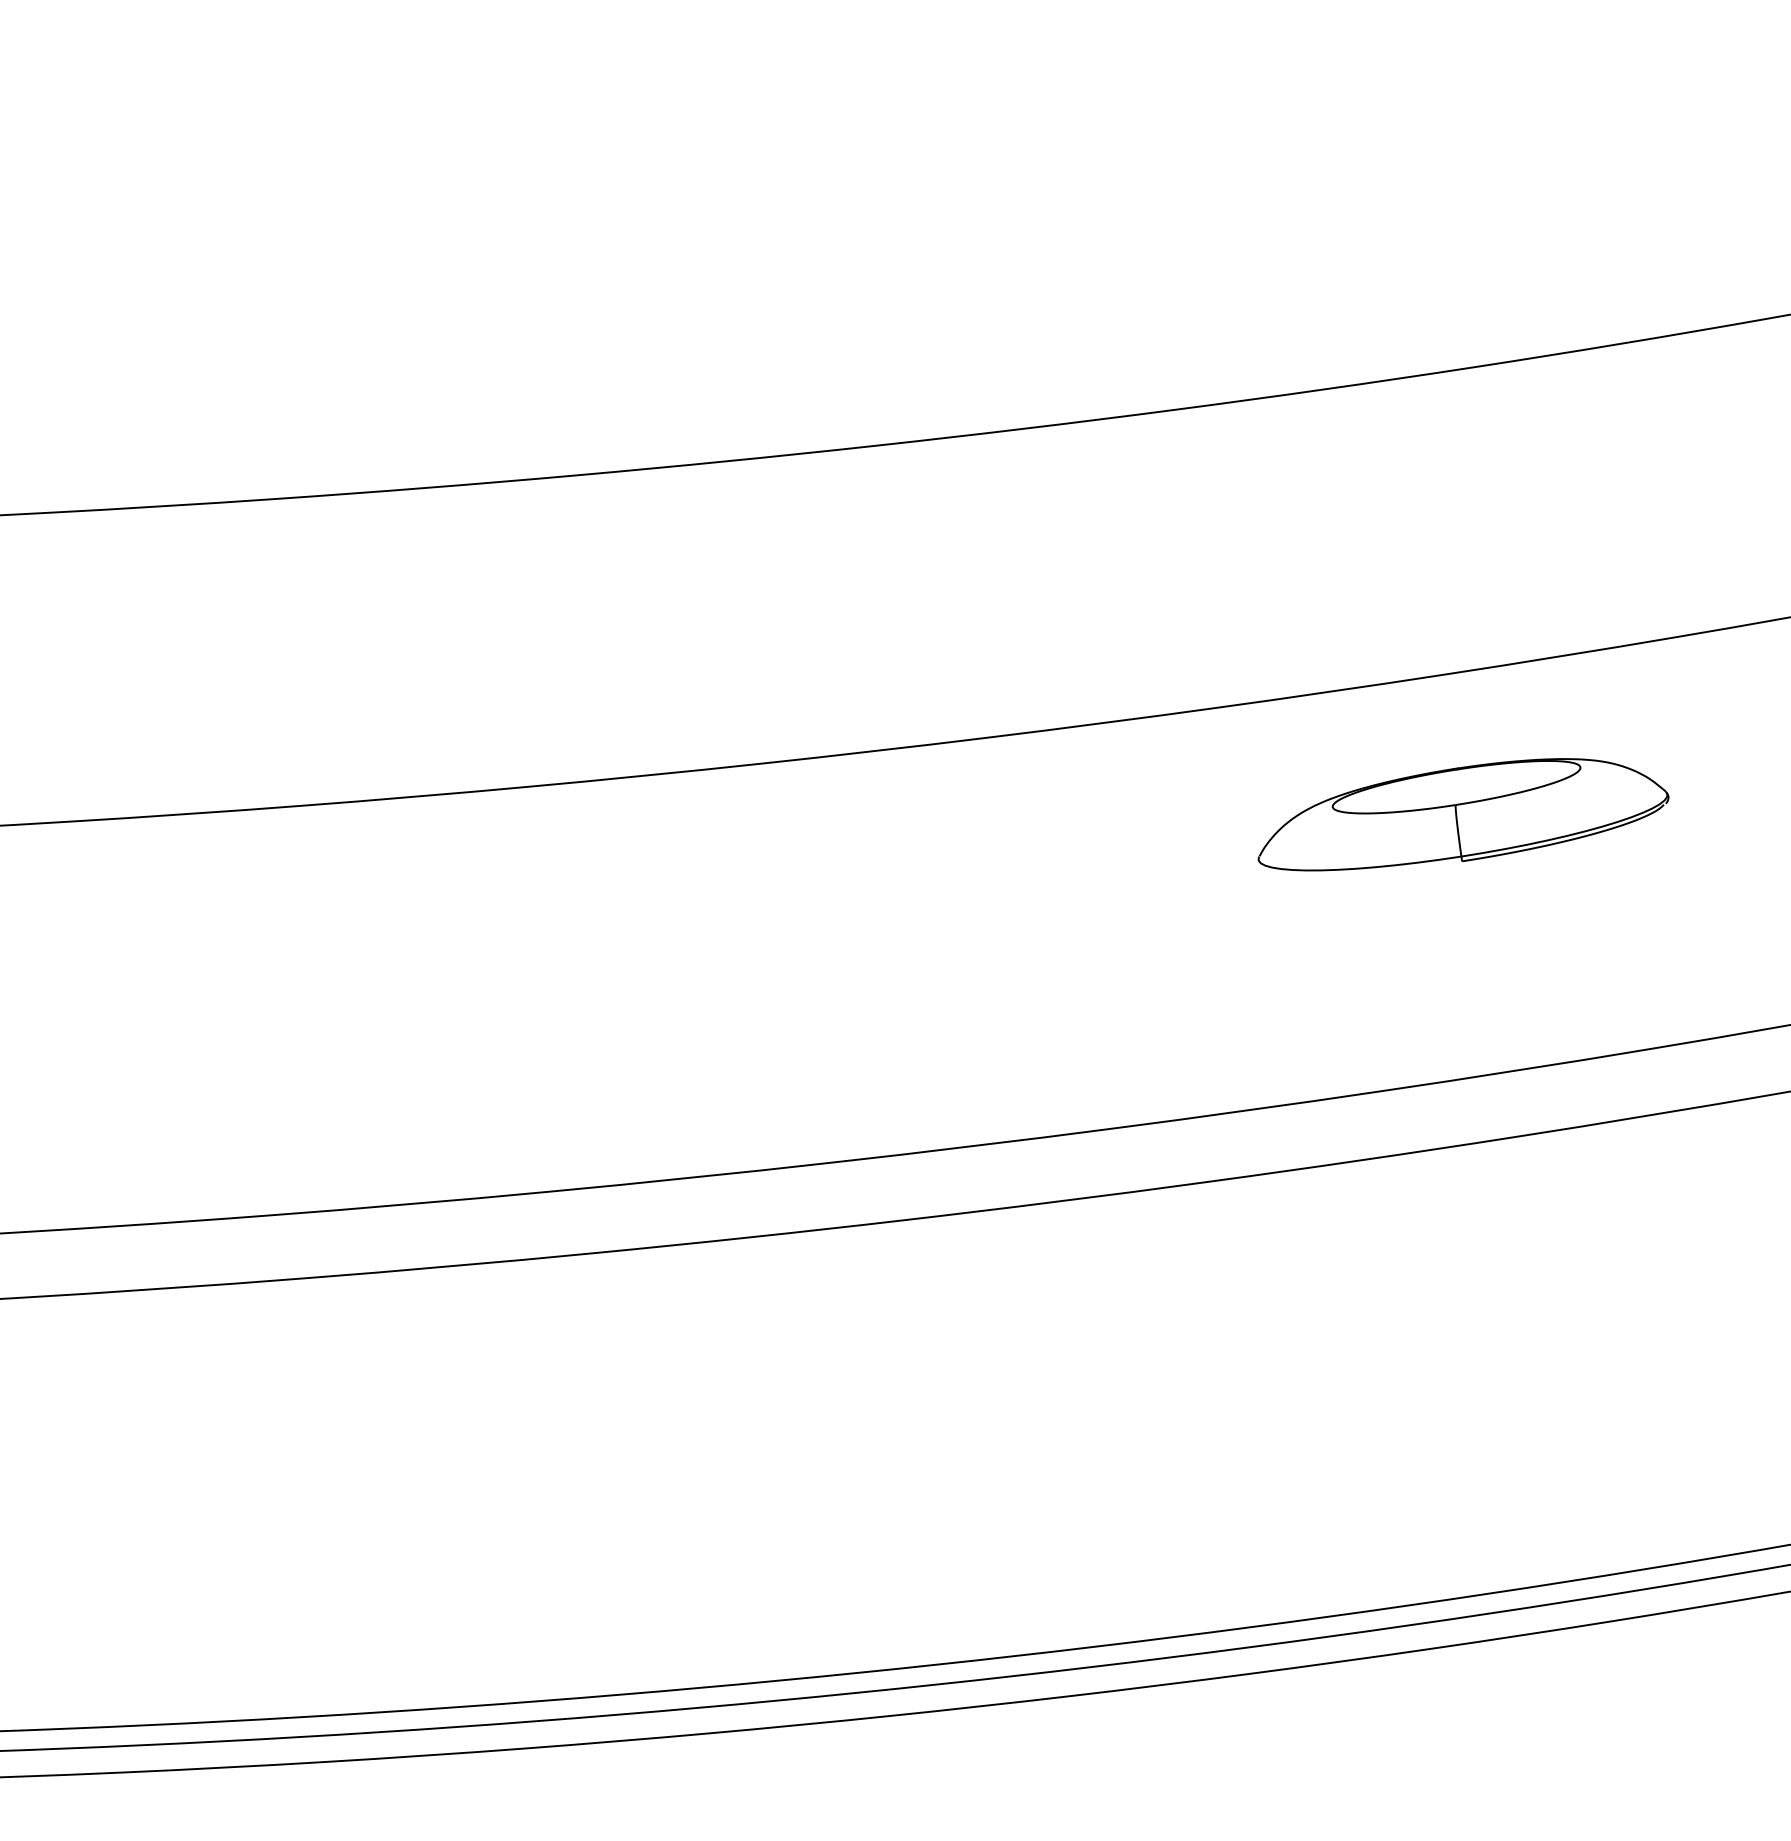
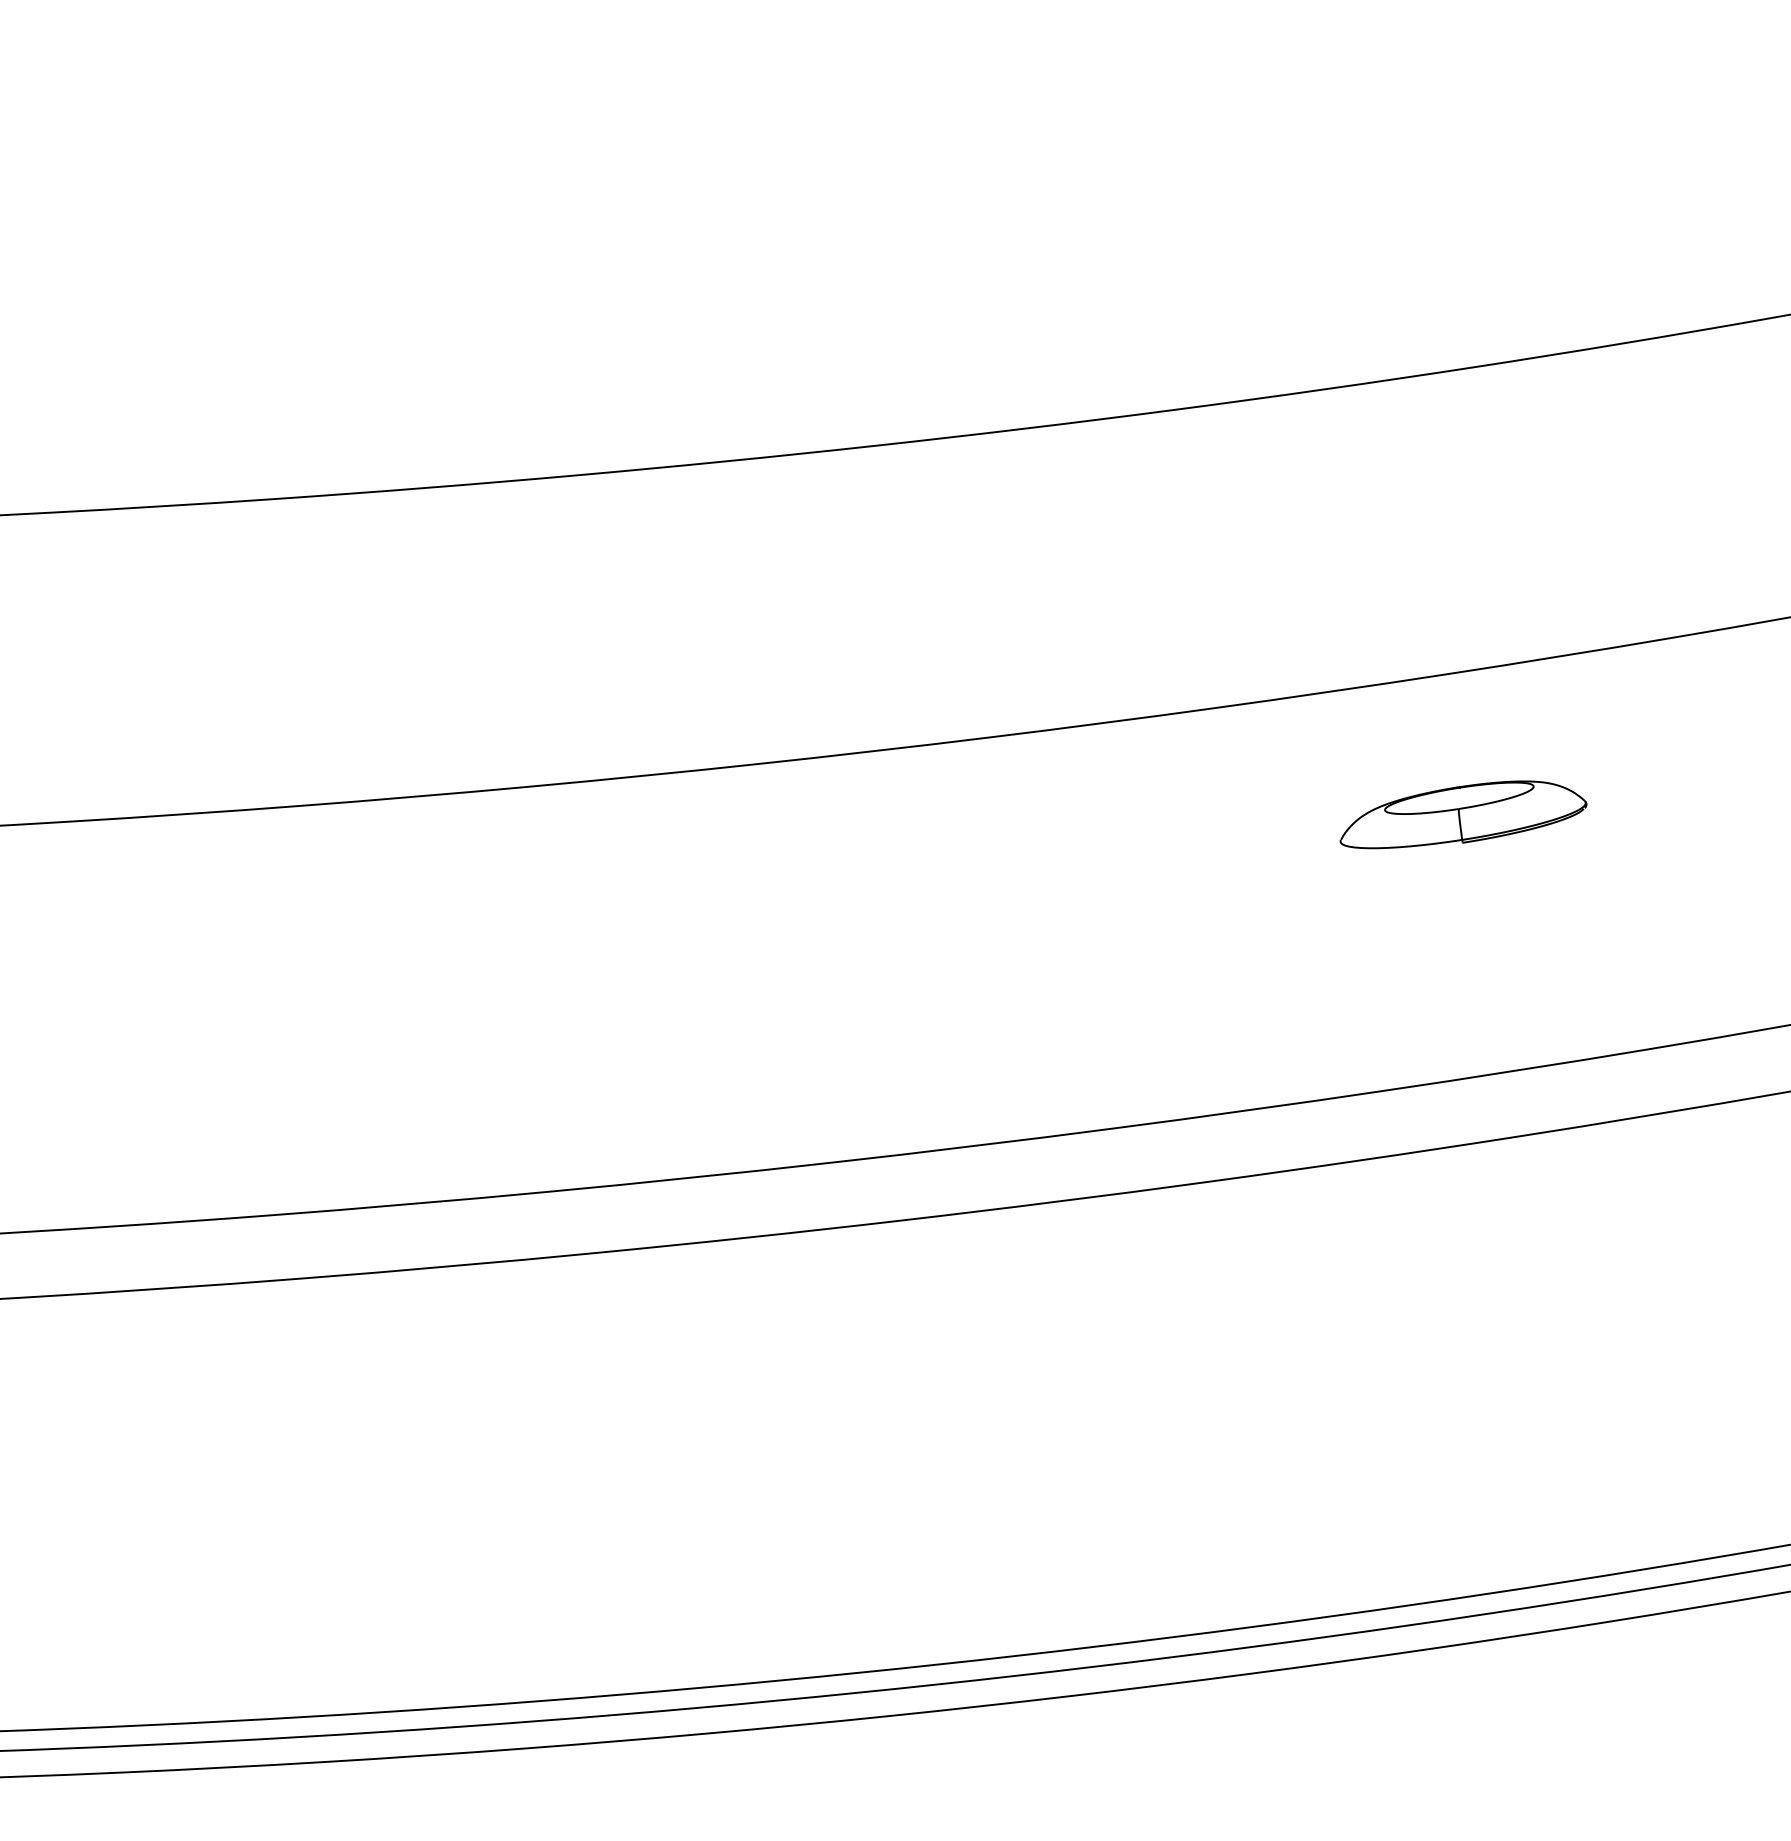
part at (1463, 814) size: 413x114 px -> 249x70 px
